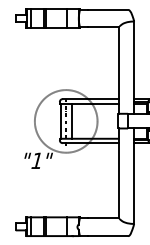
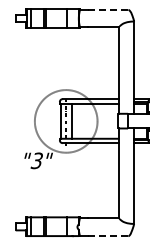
line at (107, 9): solid -> dashed
text at (36, 160): "1" -> "3"
line at (108, 236): solid -> dashed
